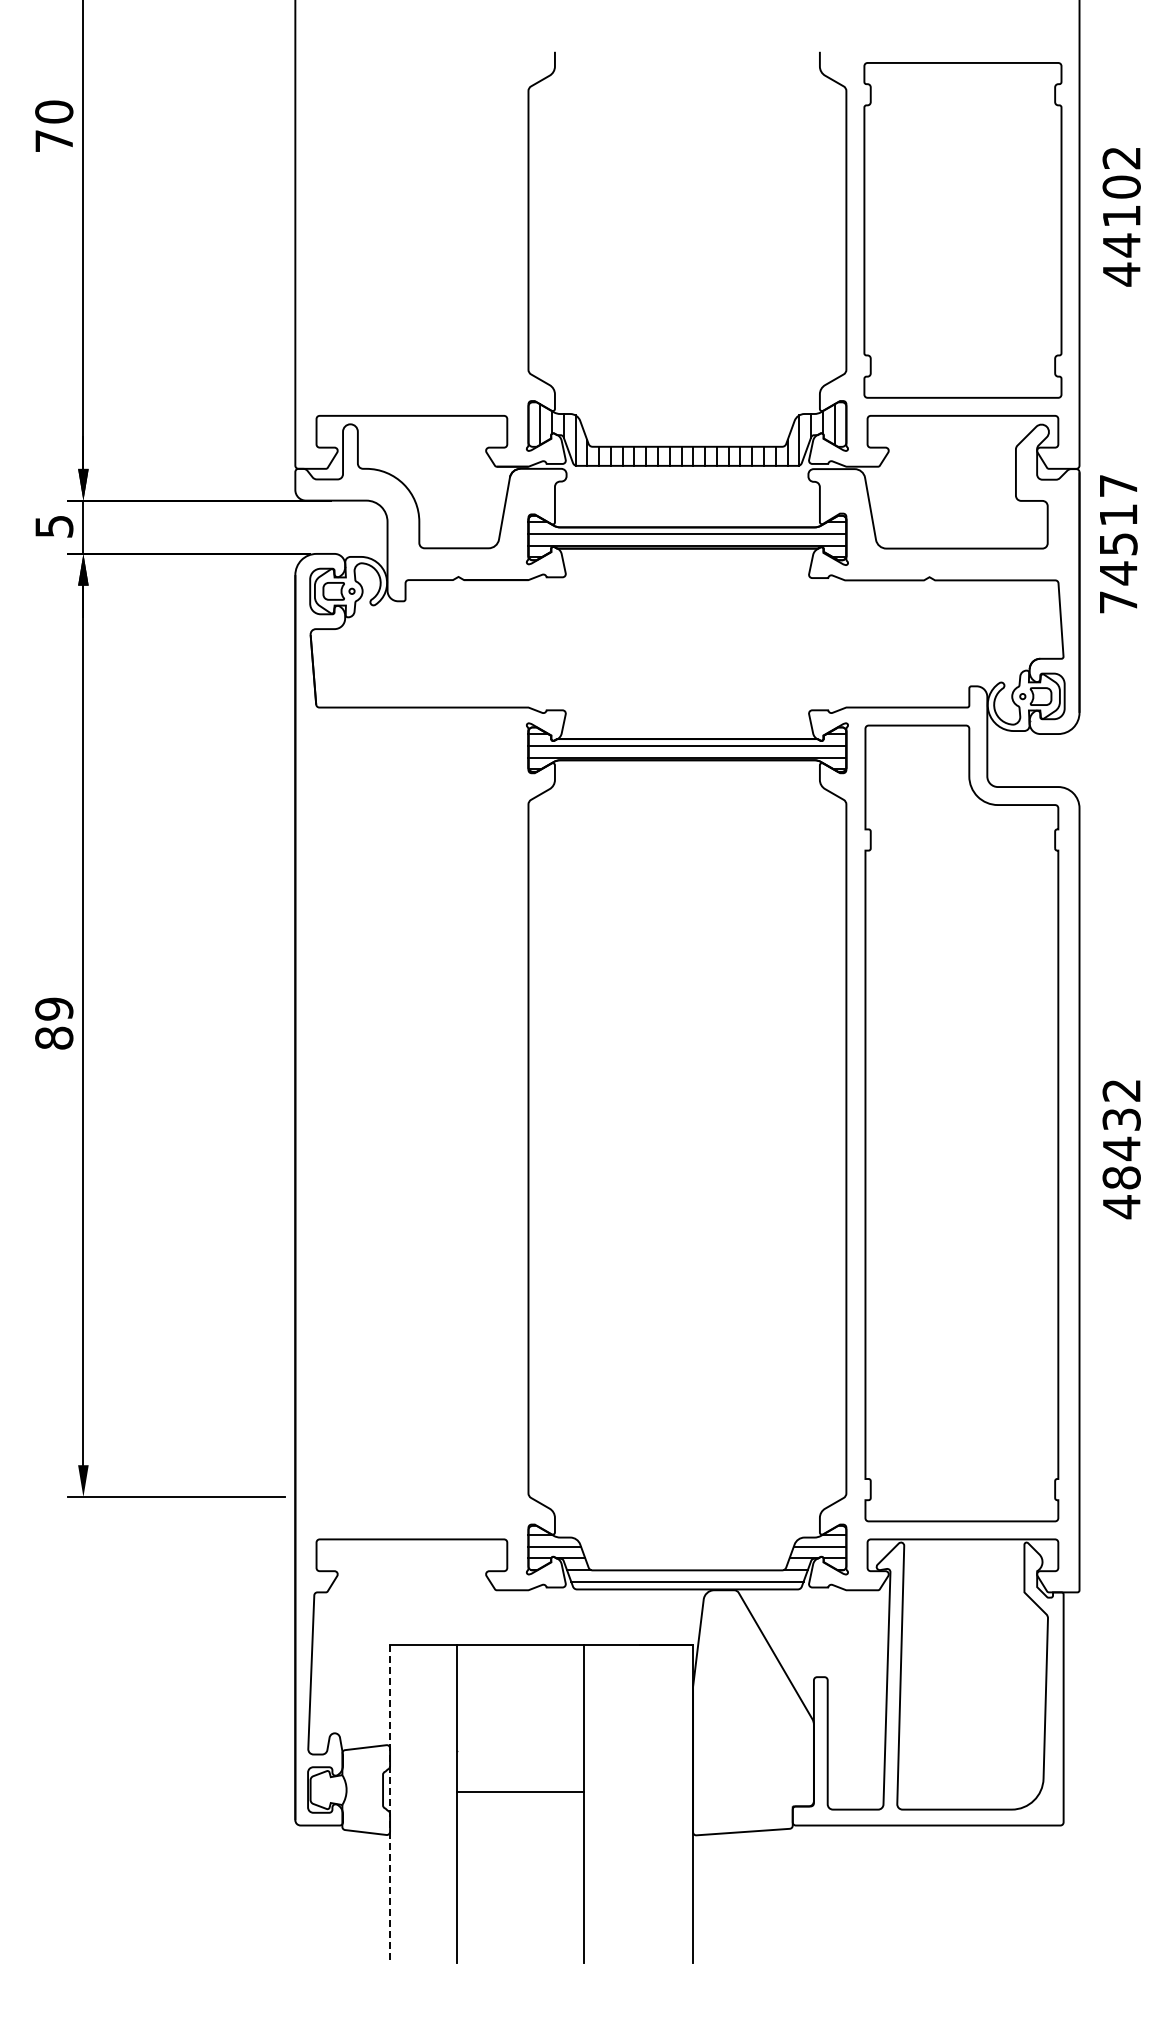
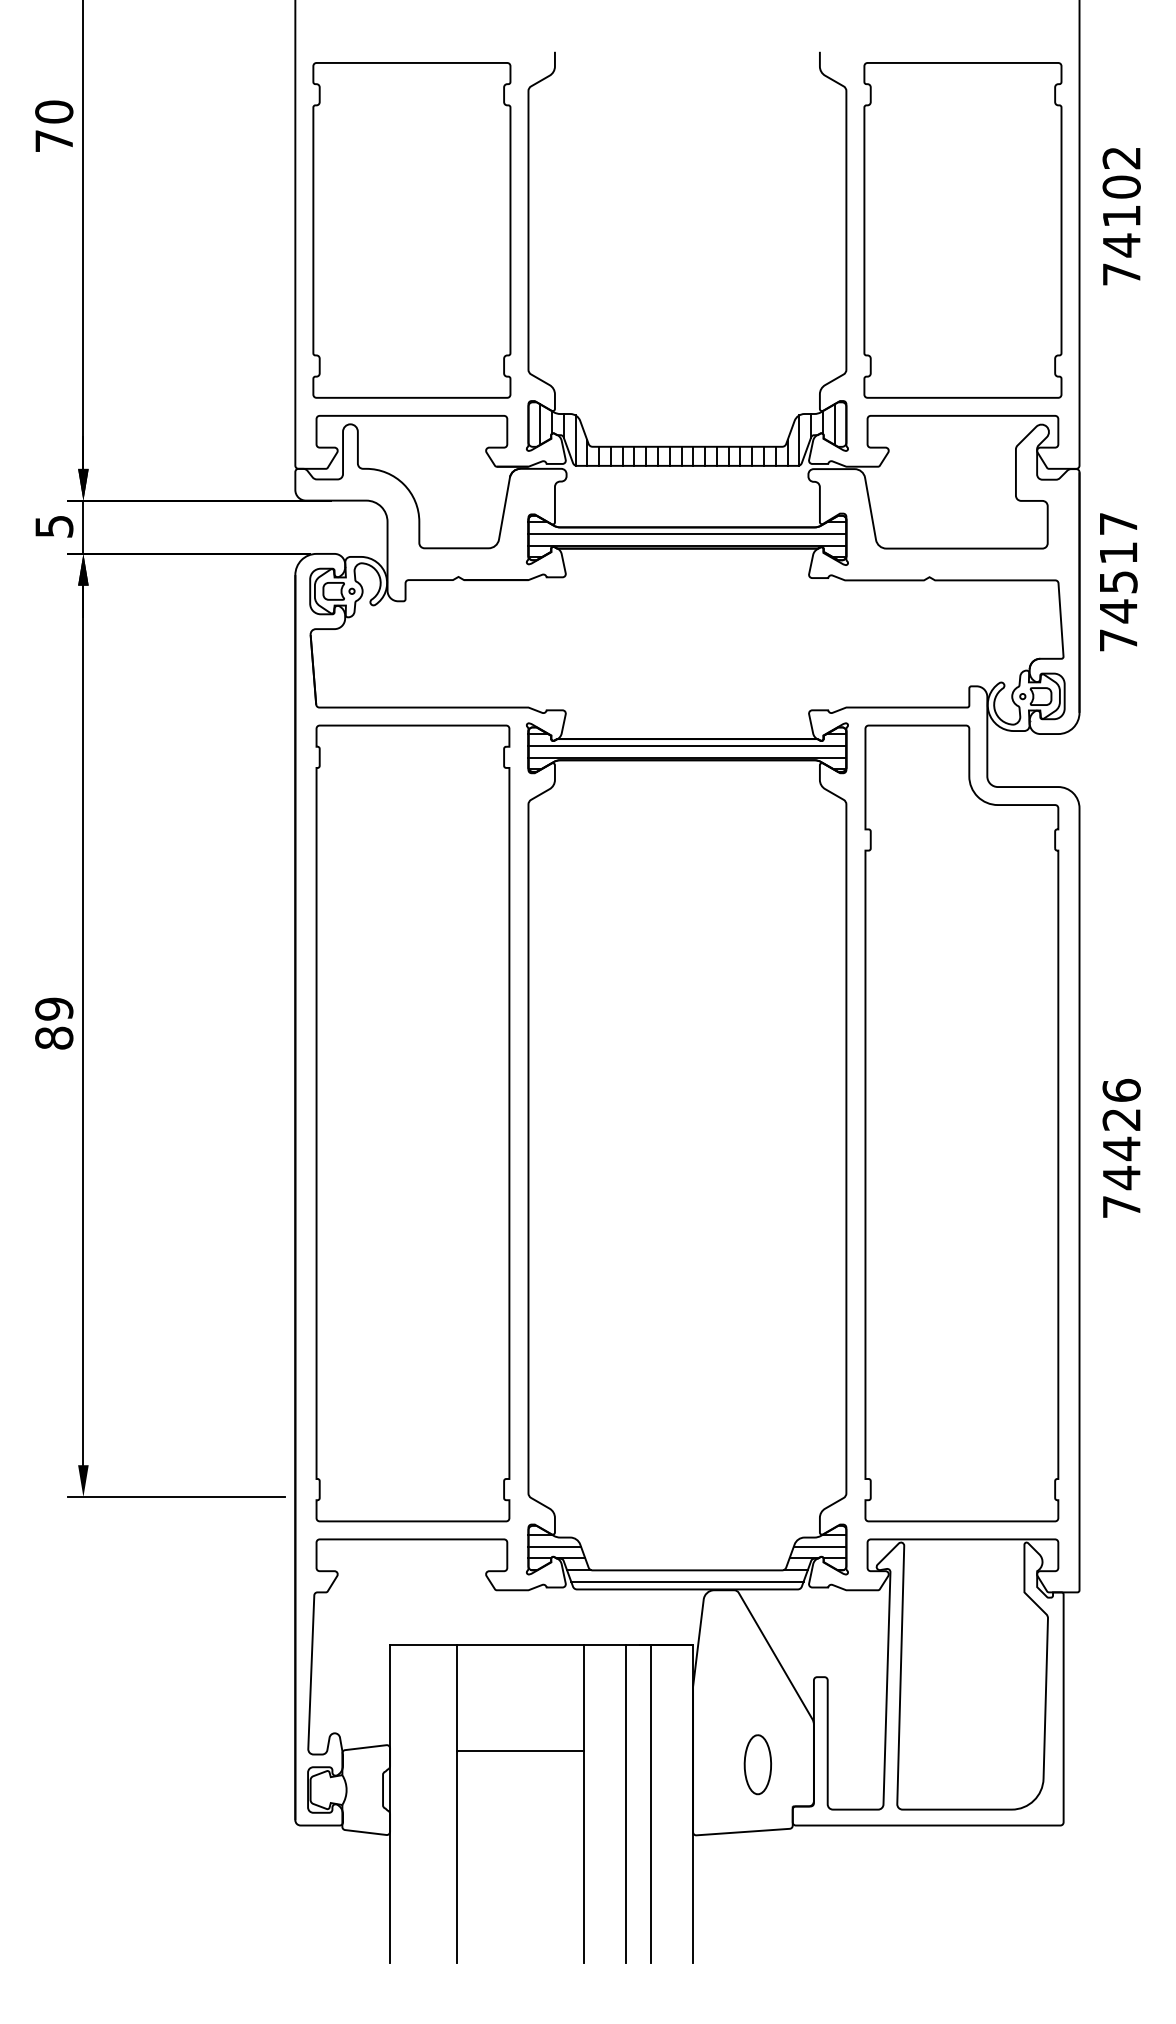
part at (411, 230): none -> present
text at (1121, 274): 44102 -> 74102
text at (1118, 544) position: (1118, 544) -> (1118, 582)
part at (412, 1123): none -> present
text at (1121, 1148): 48432 -> 74426
part at (757, 1764): none -> present
line at (519, 1792) position: (519, 1792) -> (519, 1751)
line at (389, 1804): dashed -> solid
line at (626, 1804): none -> present
line at (650, 1804): none -> present
